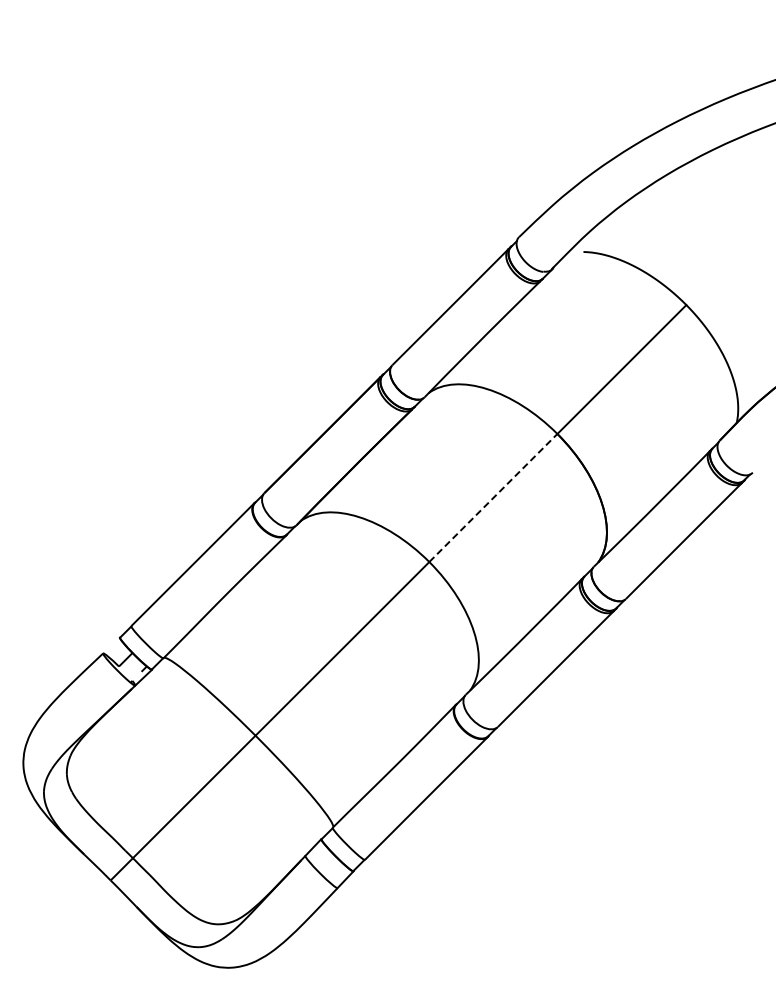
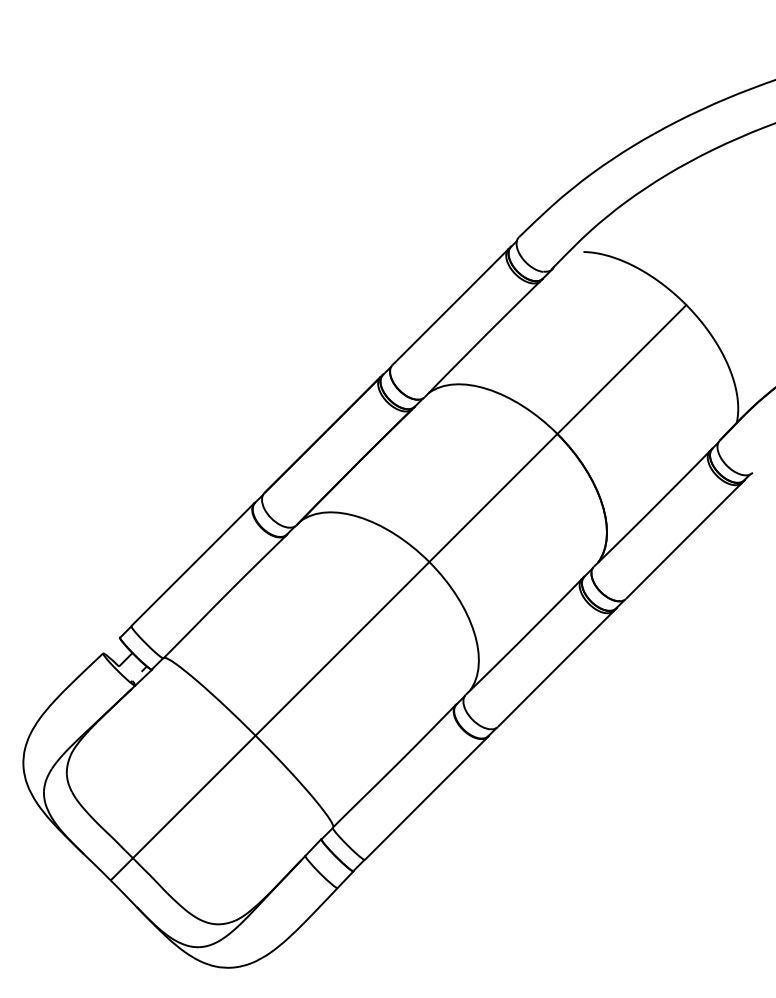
line at (493, 497): dashed -> solid
